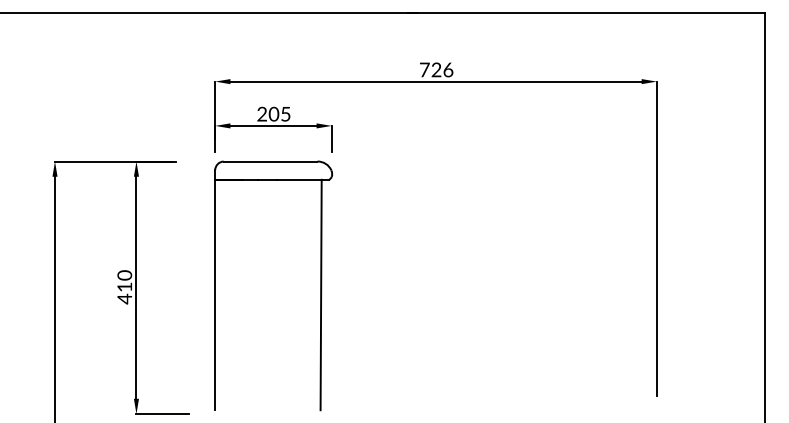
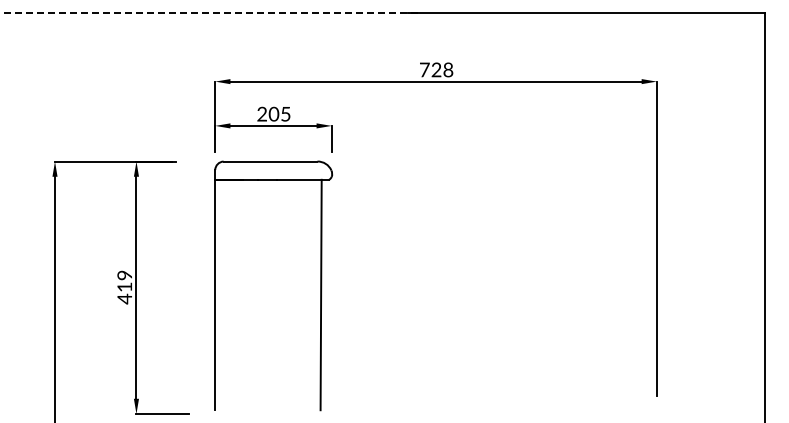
line at (209, 12): solid -> dashed
text at (448, 69): 726 -> 728
text at (125, 275): 410 -> 419
